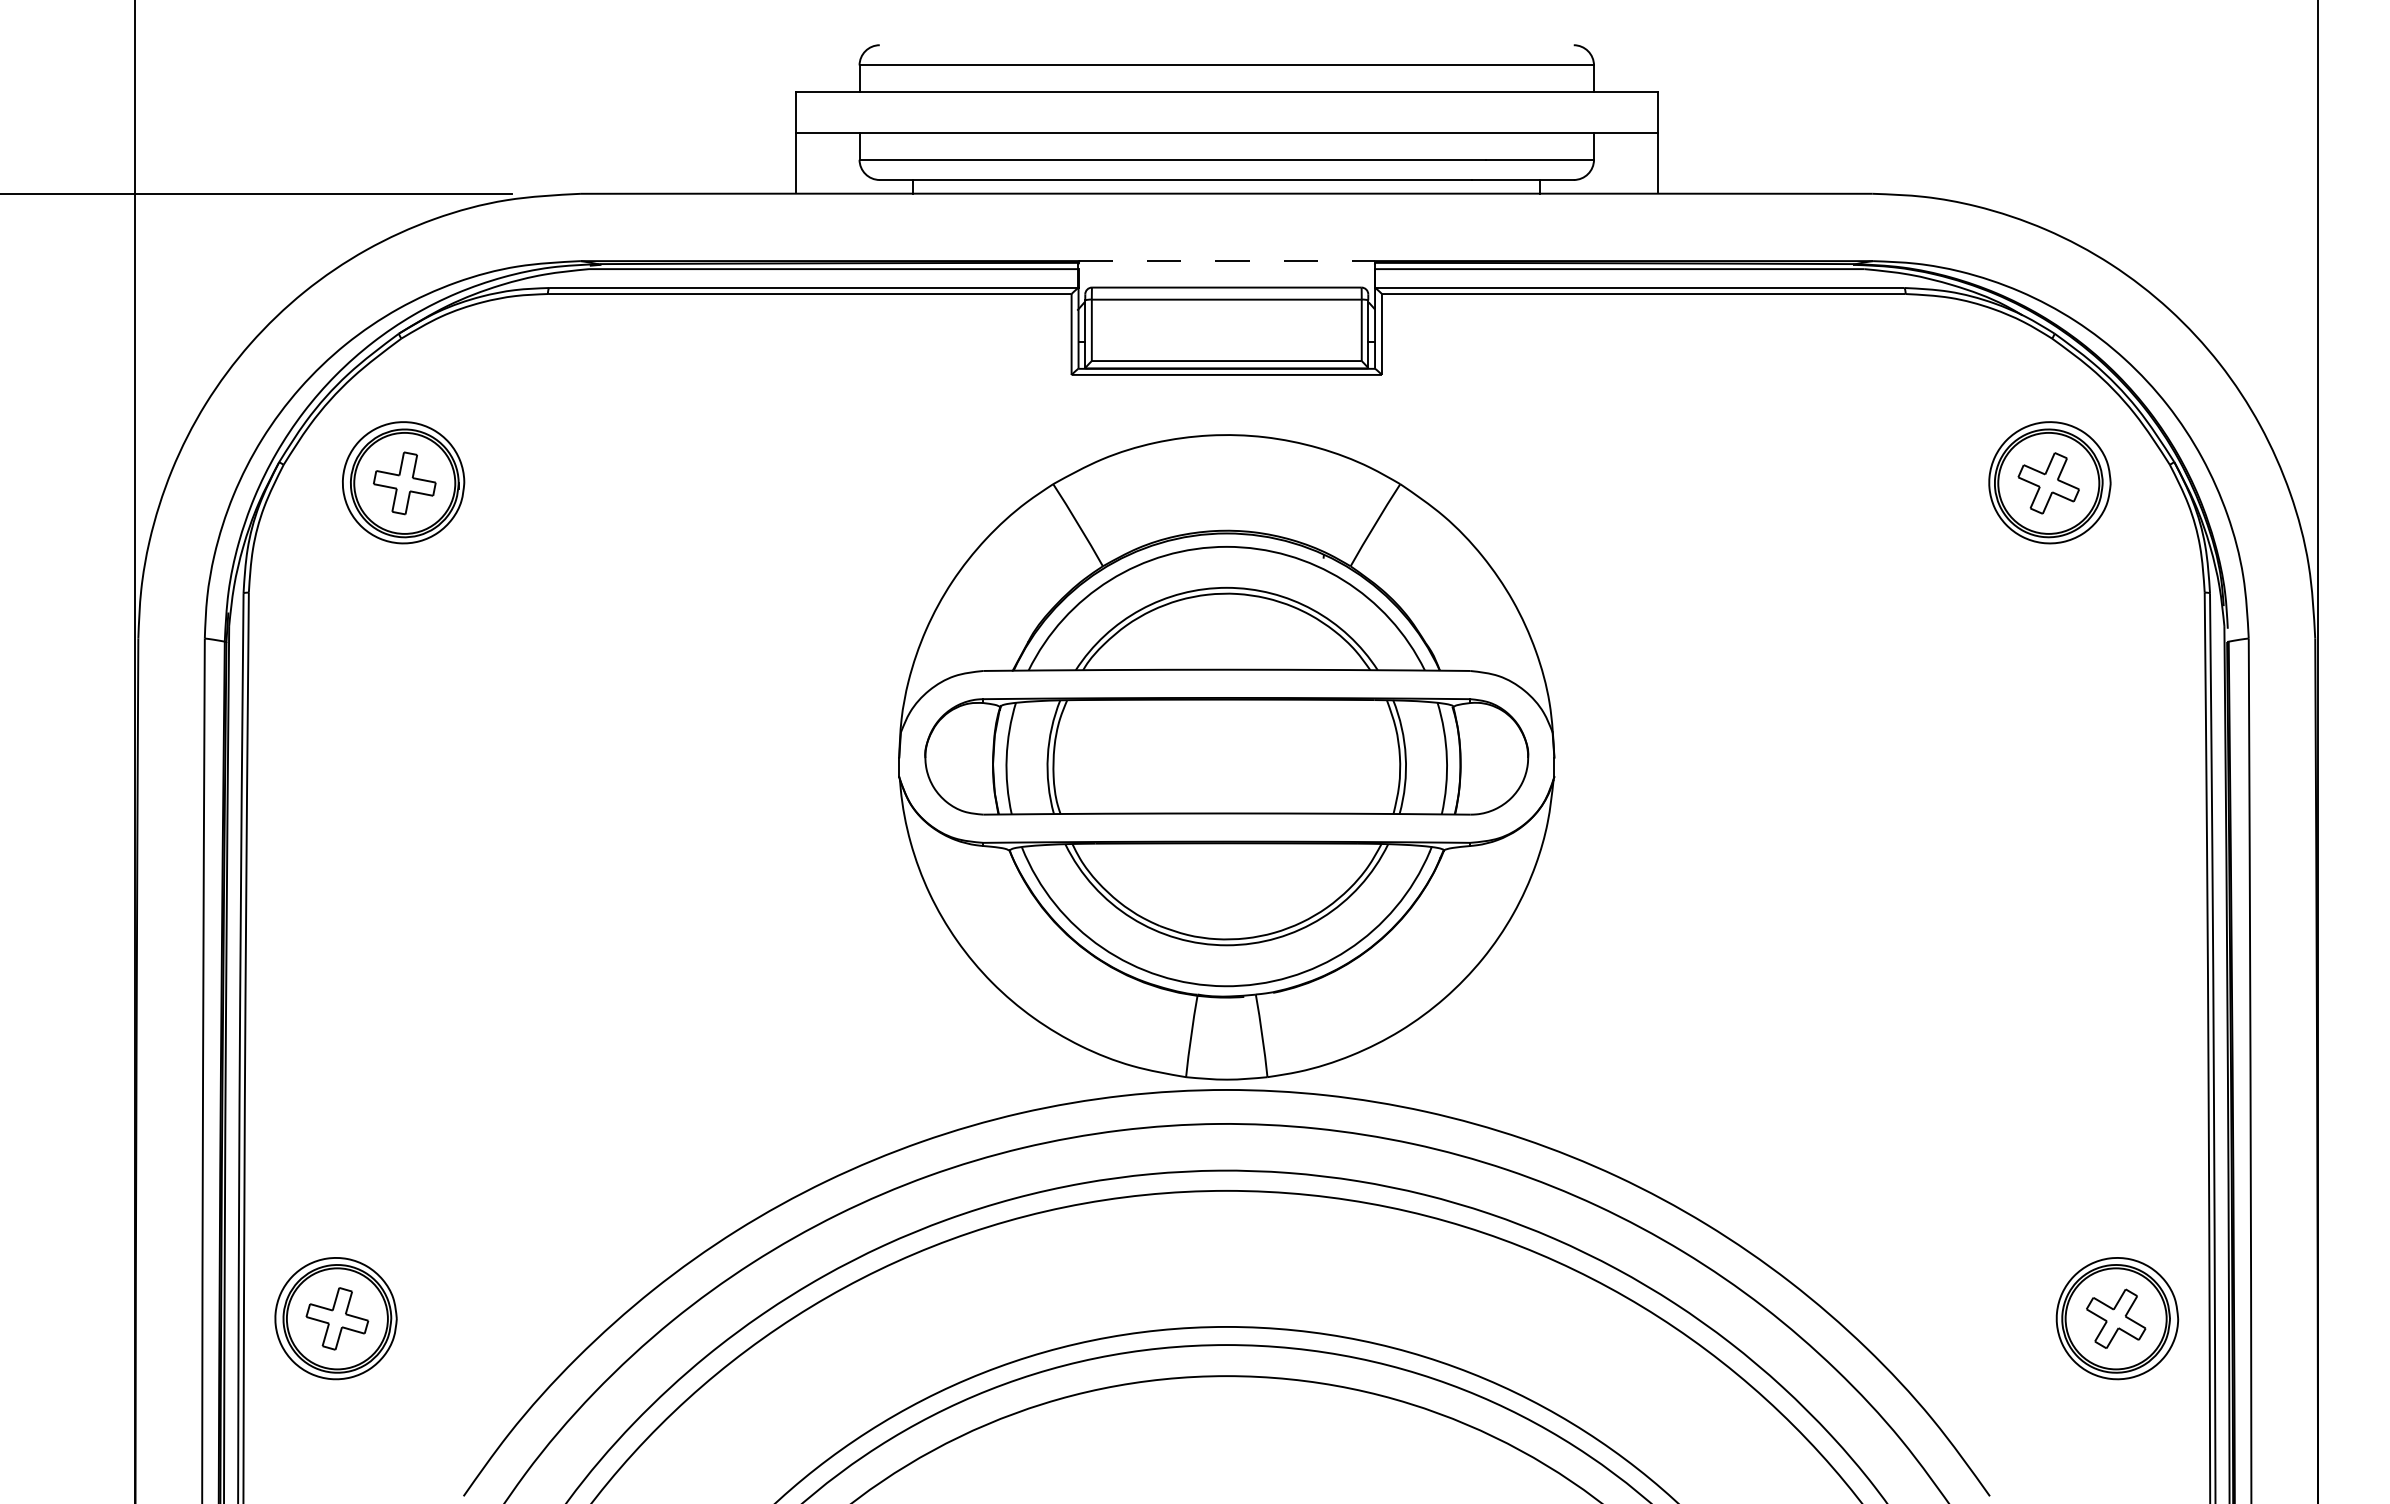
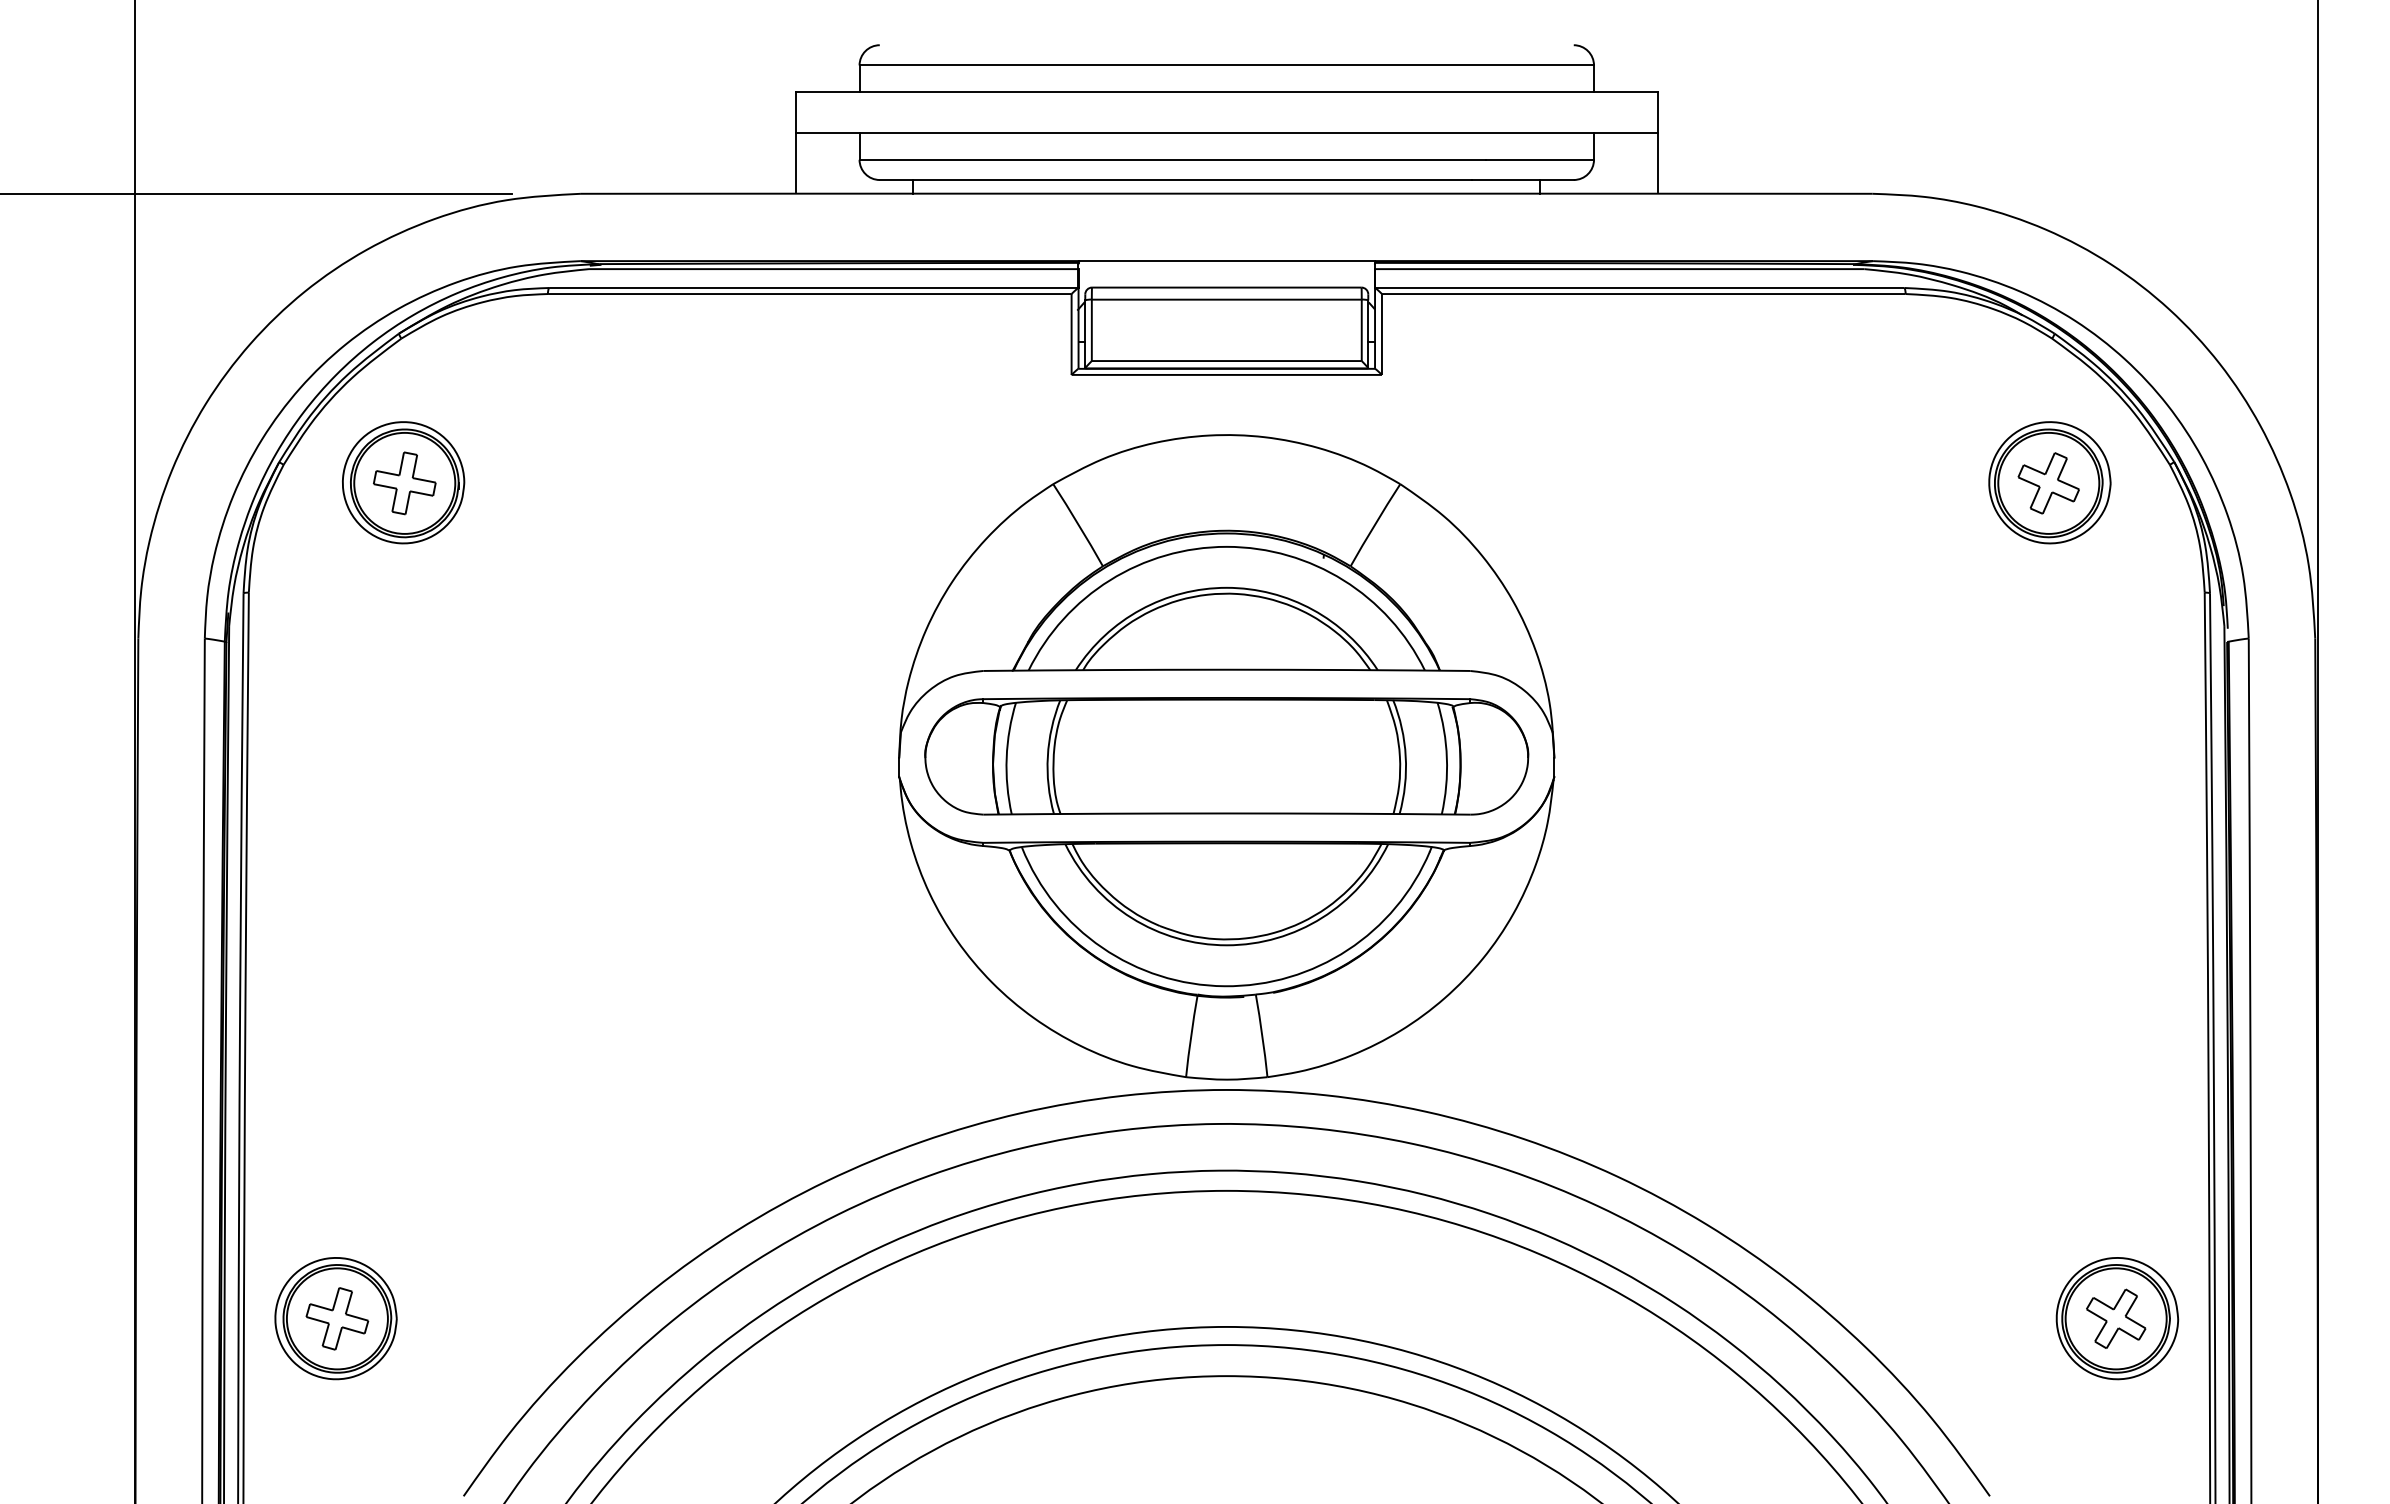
line at (1227, 261): dashed -> solid
